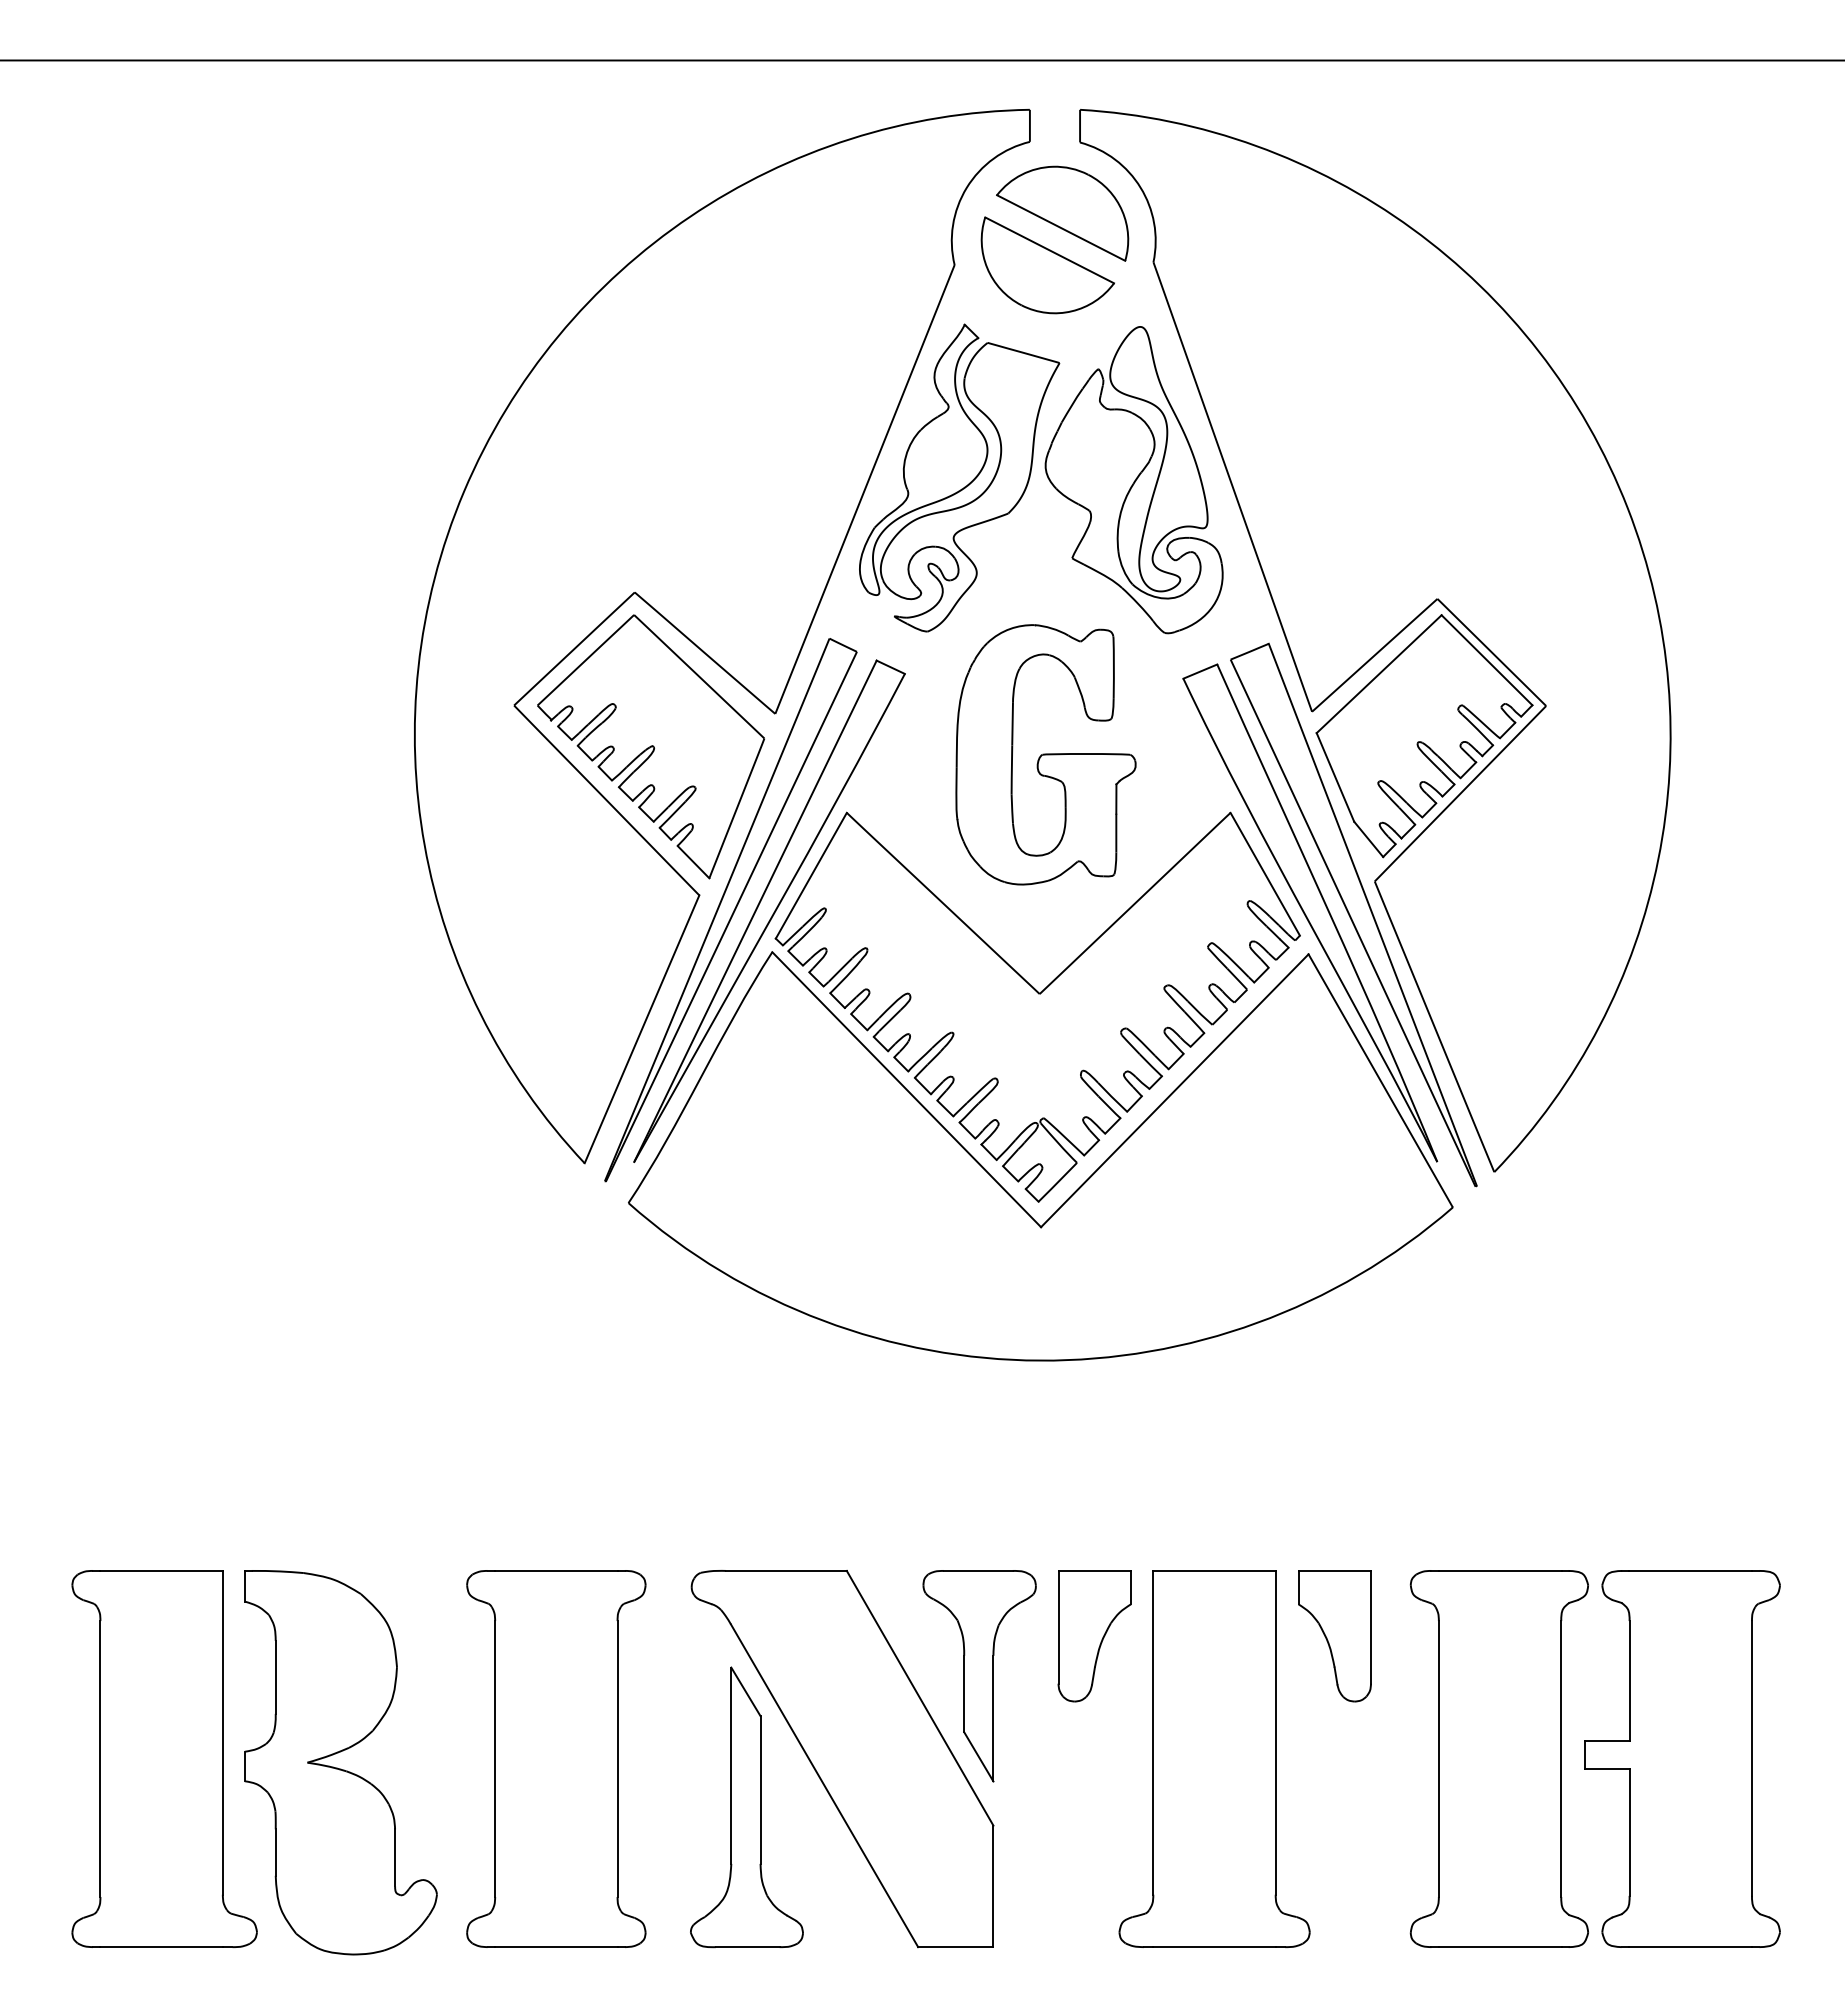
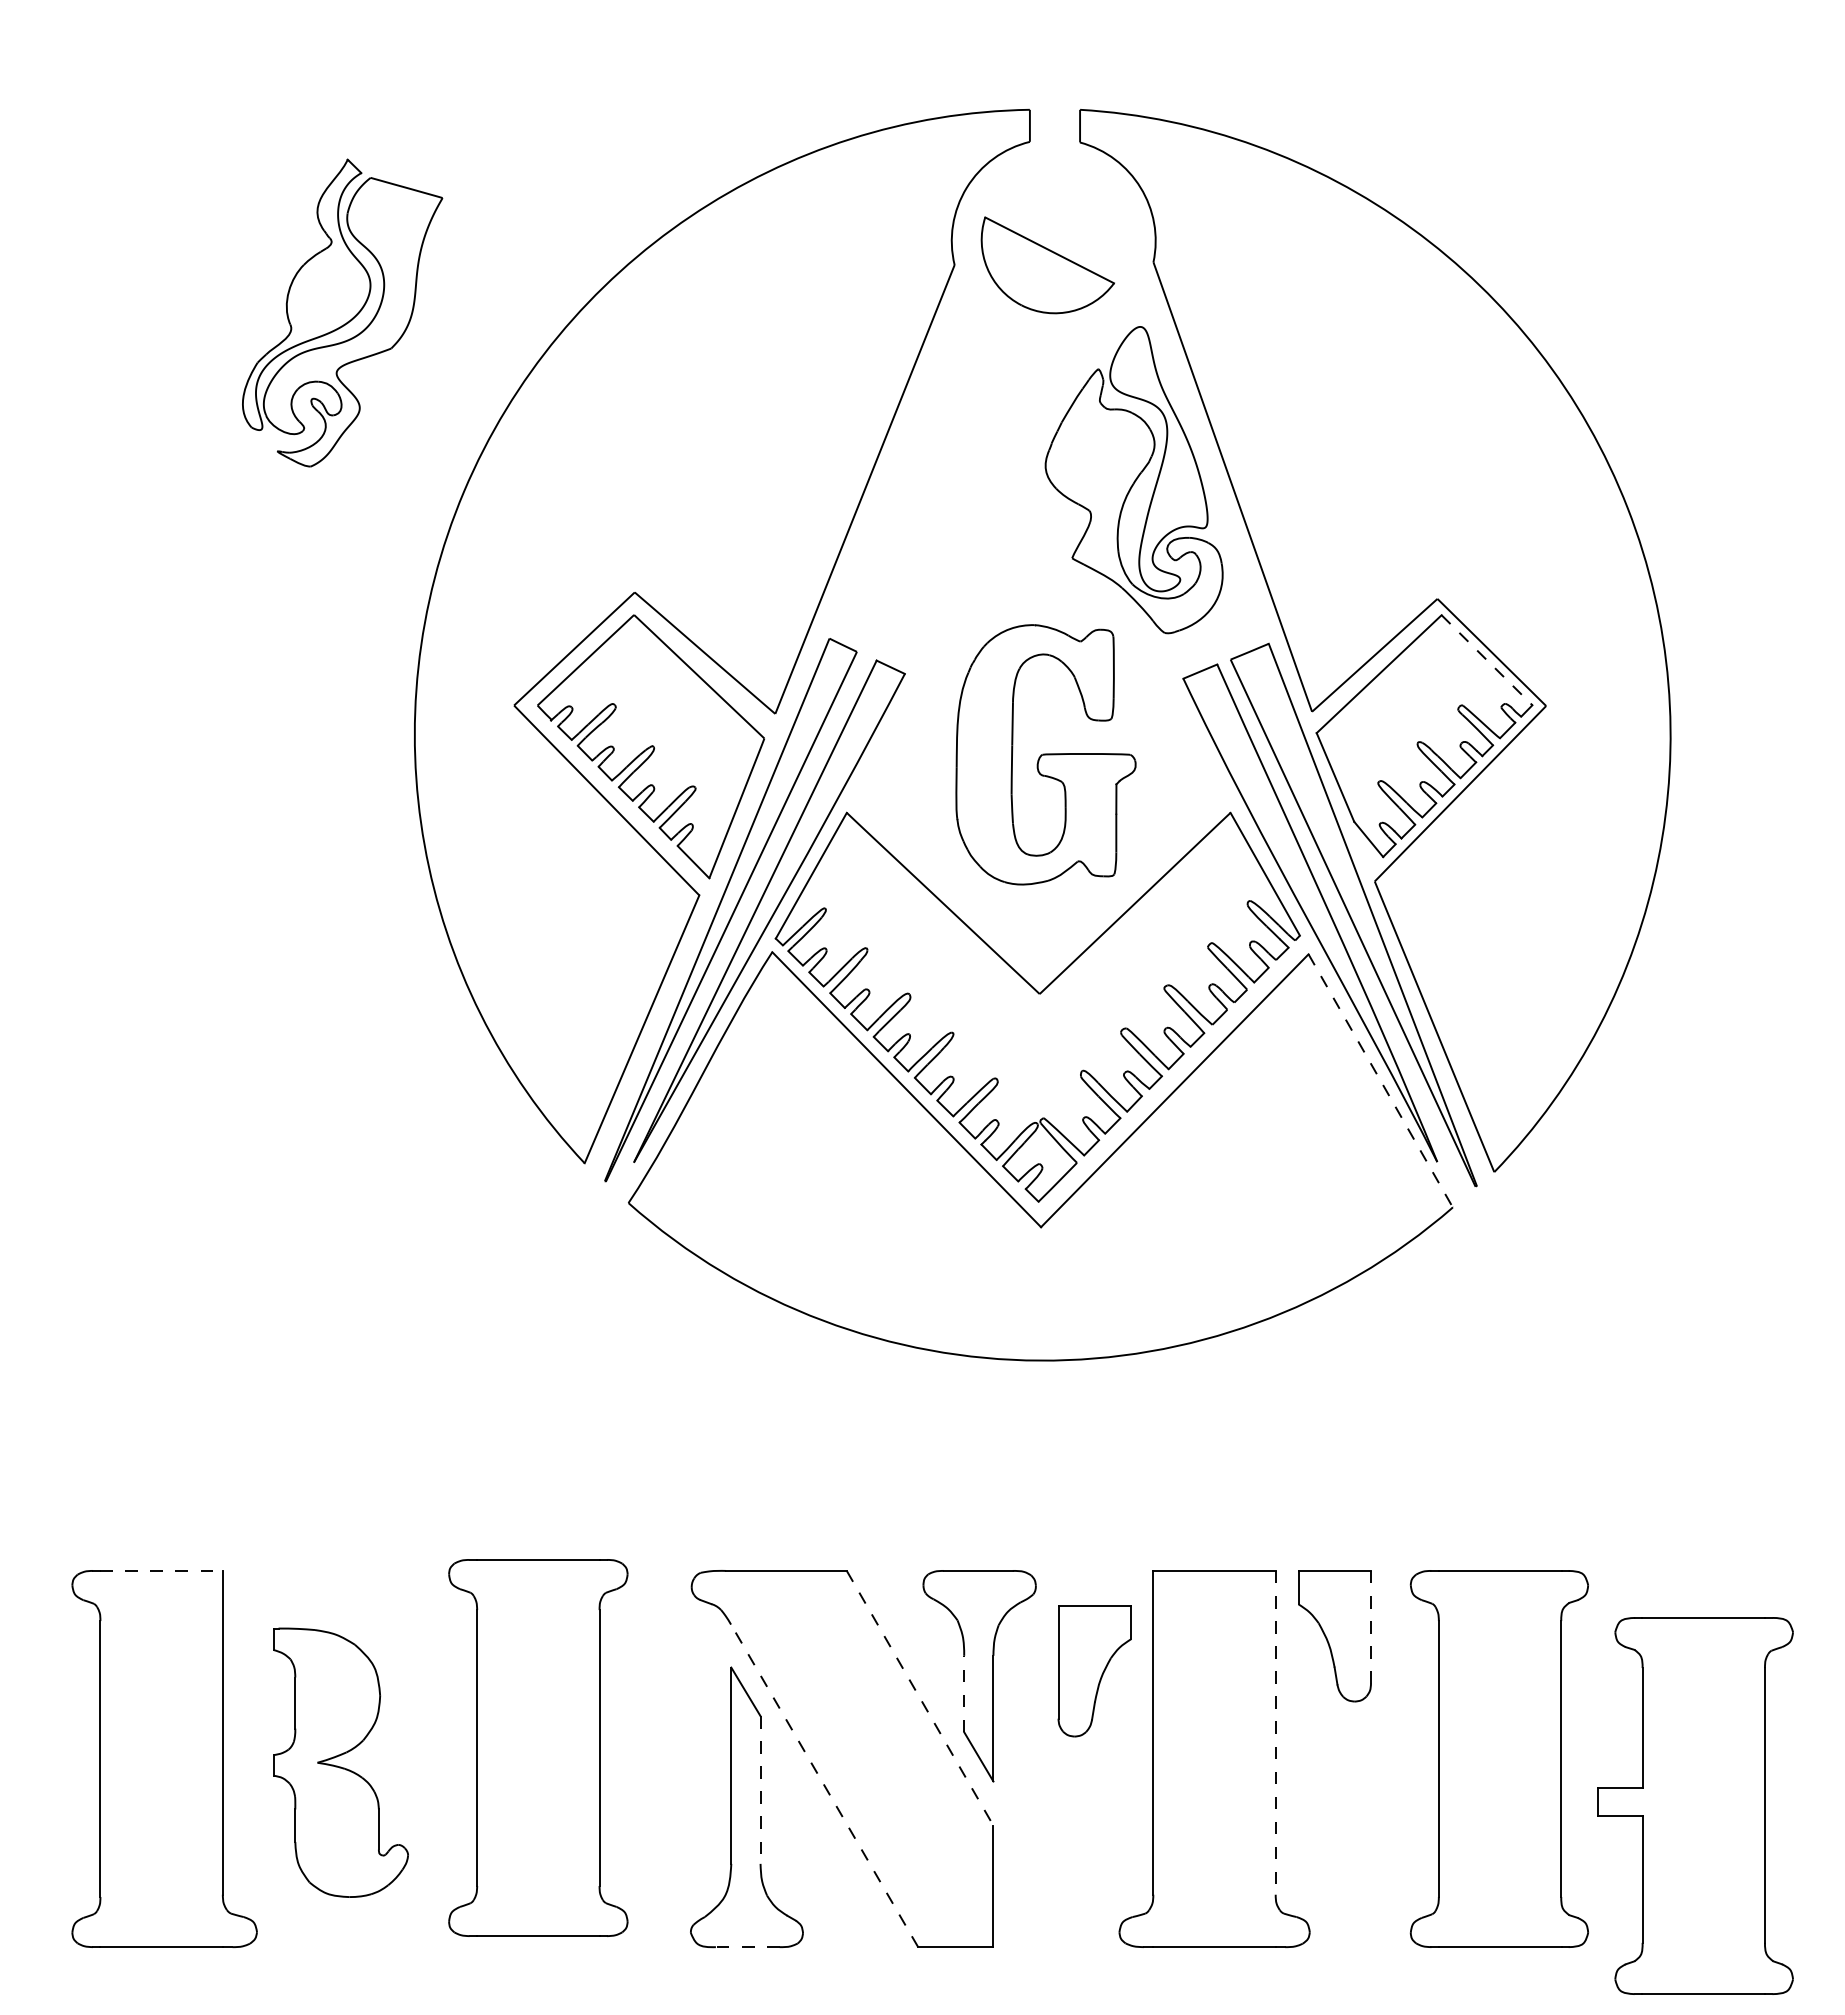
line at (921, 60): present -> none
part at (1062, 213): present -> none
part at (959, 477) position: (959, 477) -> (342, 312)
line at (1487, 660): solid -> dashed
line at (1380, 1081): solid -> dashed
line at (161, 1570): solid -> dashed
line at (1371, 1627): solid -> dashed
part at (1094, 1636) position: (1094, 1636) -> (1094, 1671)
line at (964, 1693): solid -> dashed
line at (920, 1698): solid -> dashed
line at (1275, 1732): solid -> dashed
part at (556, 1758) position: (556, 1758) -> (538, 1747)
part at (1682, 1758) position: (1682, 1758) -> (1695, 1805)
part at (340, 1762) size: 194x386 px -> 136x271 px
line at (824, 1785): solid -> dashed
line at (760, 1790): solid -> dashed
line at (747, 1947): solid -> dashed
